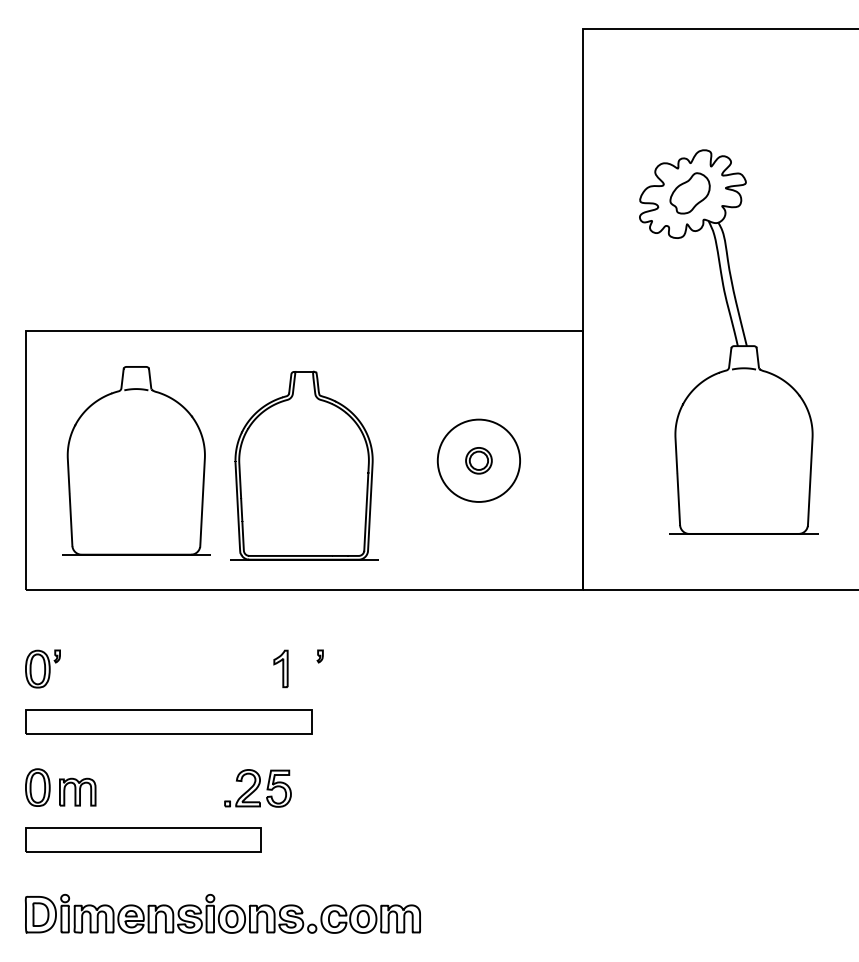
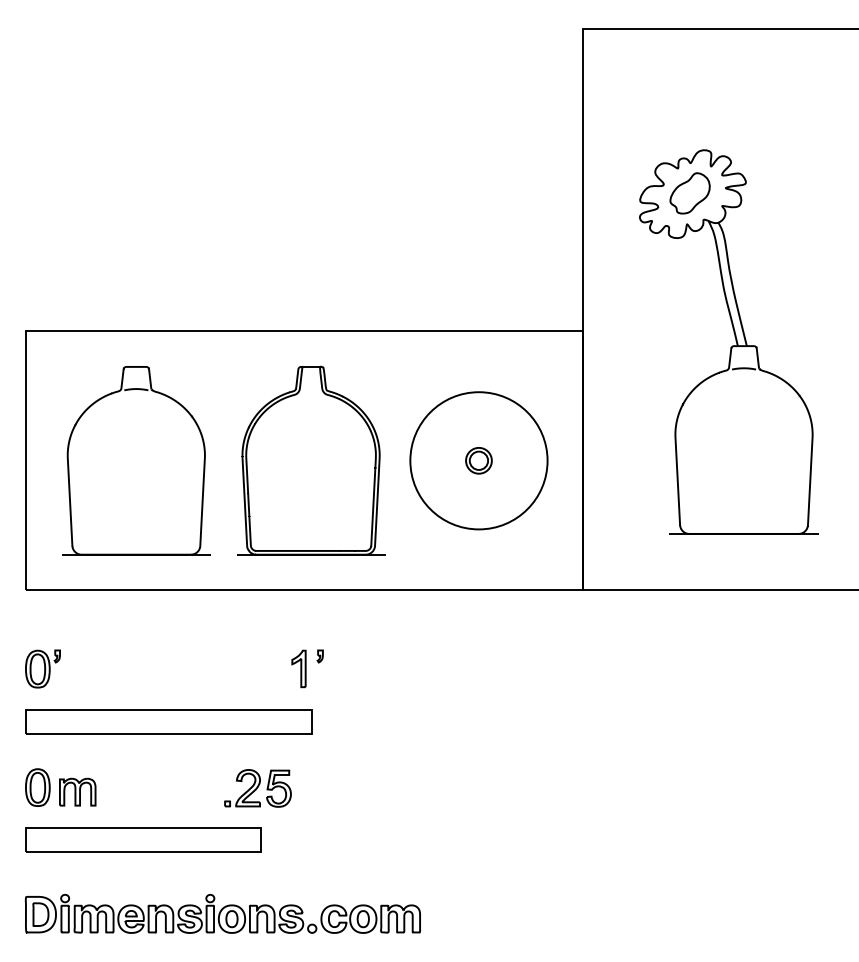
circle at (478, 460) diameter: 82 px -> 137 px
part at (304, 465) position: (304, 465) -> (311, 460)
part at (280, 668) position: (280, 668) -> (298, 668)
